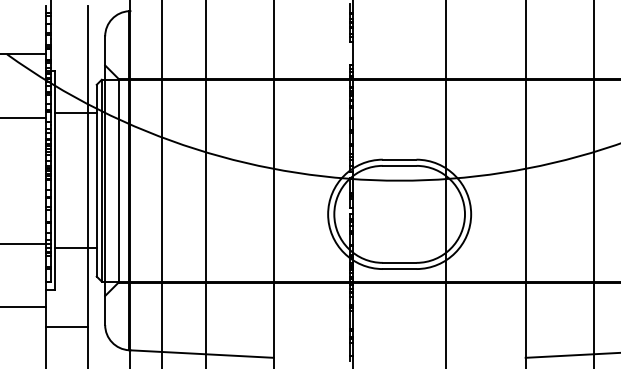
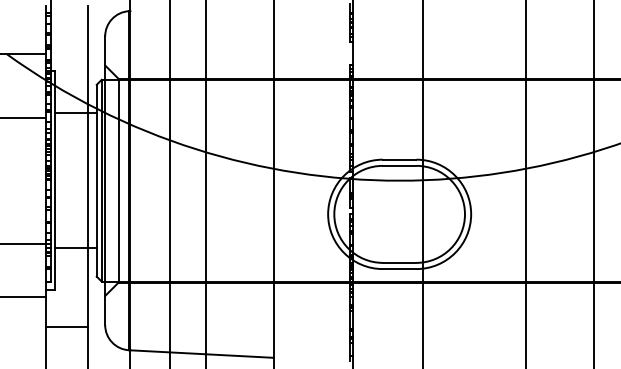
line at (162, 183) position: (162, 183) -> (170, 183)
line at (445, 183) position: (445, 183) -> (422, 183)
line at (24, 307) position: (24, 307) -> (24, 297)
line at (571, 355): present -> none
